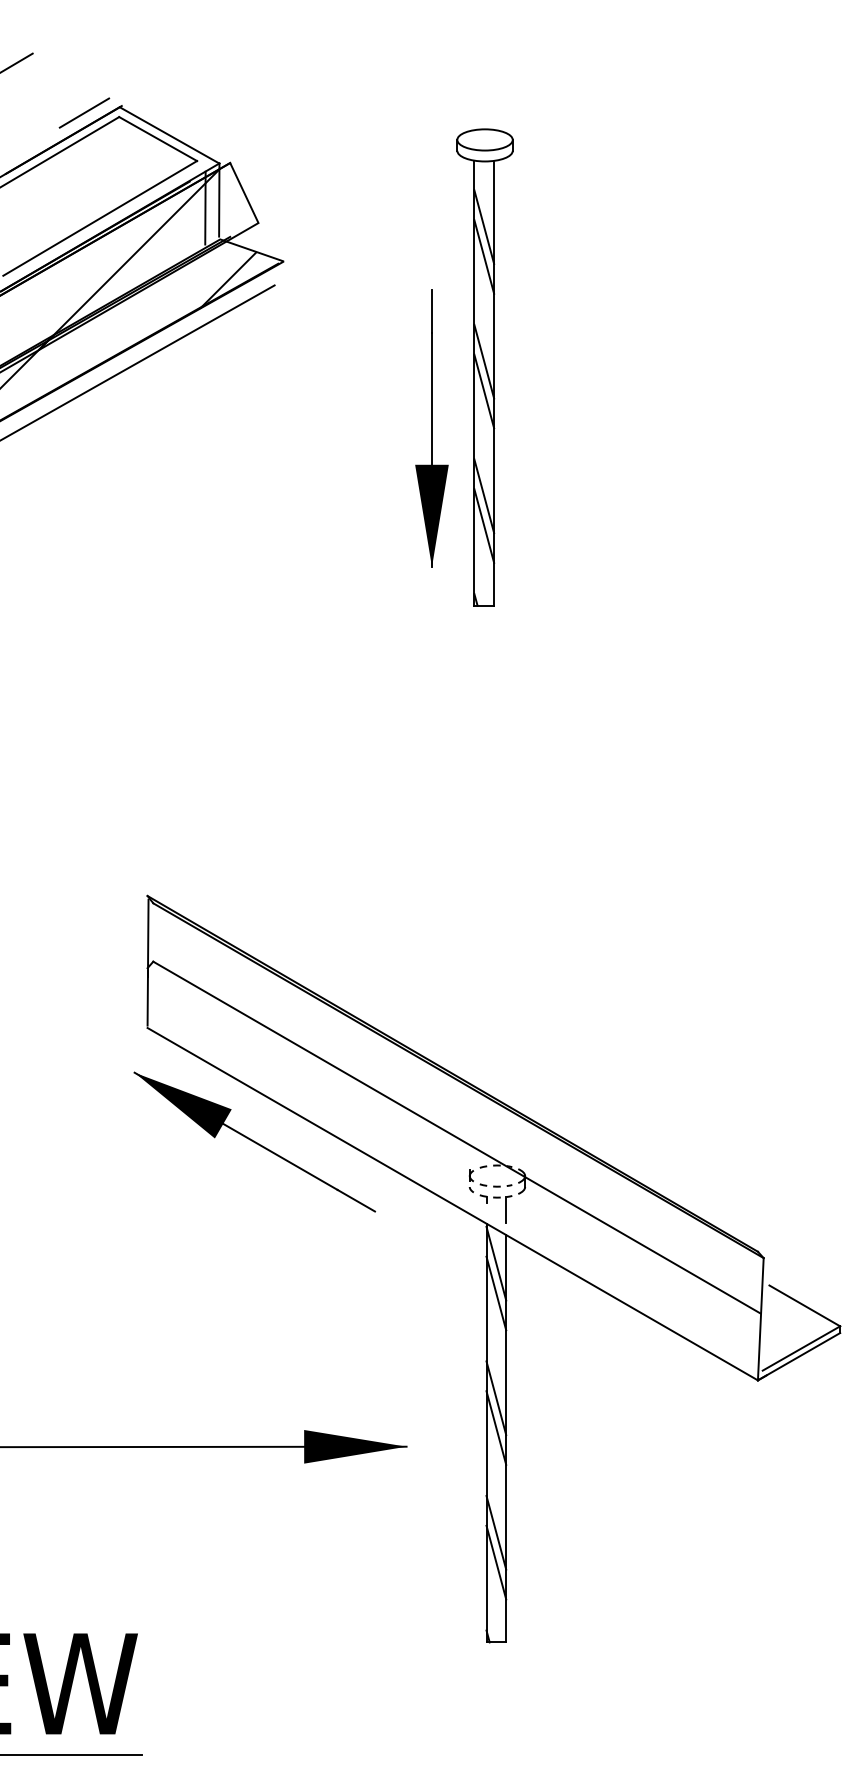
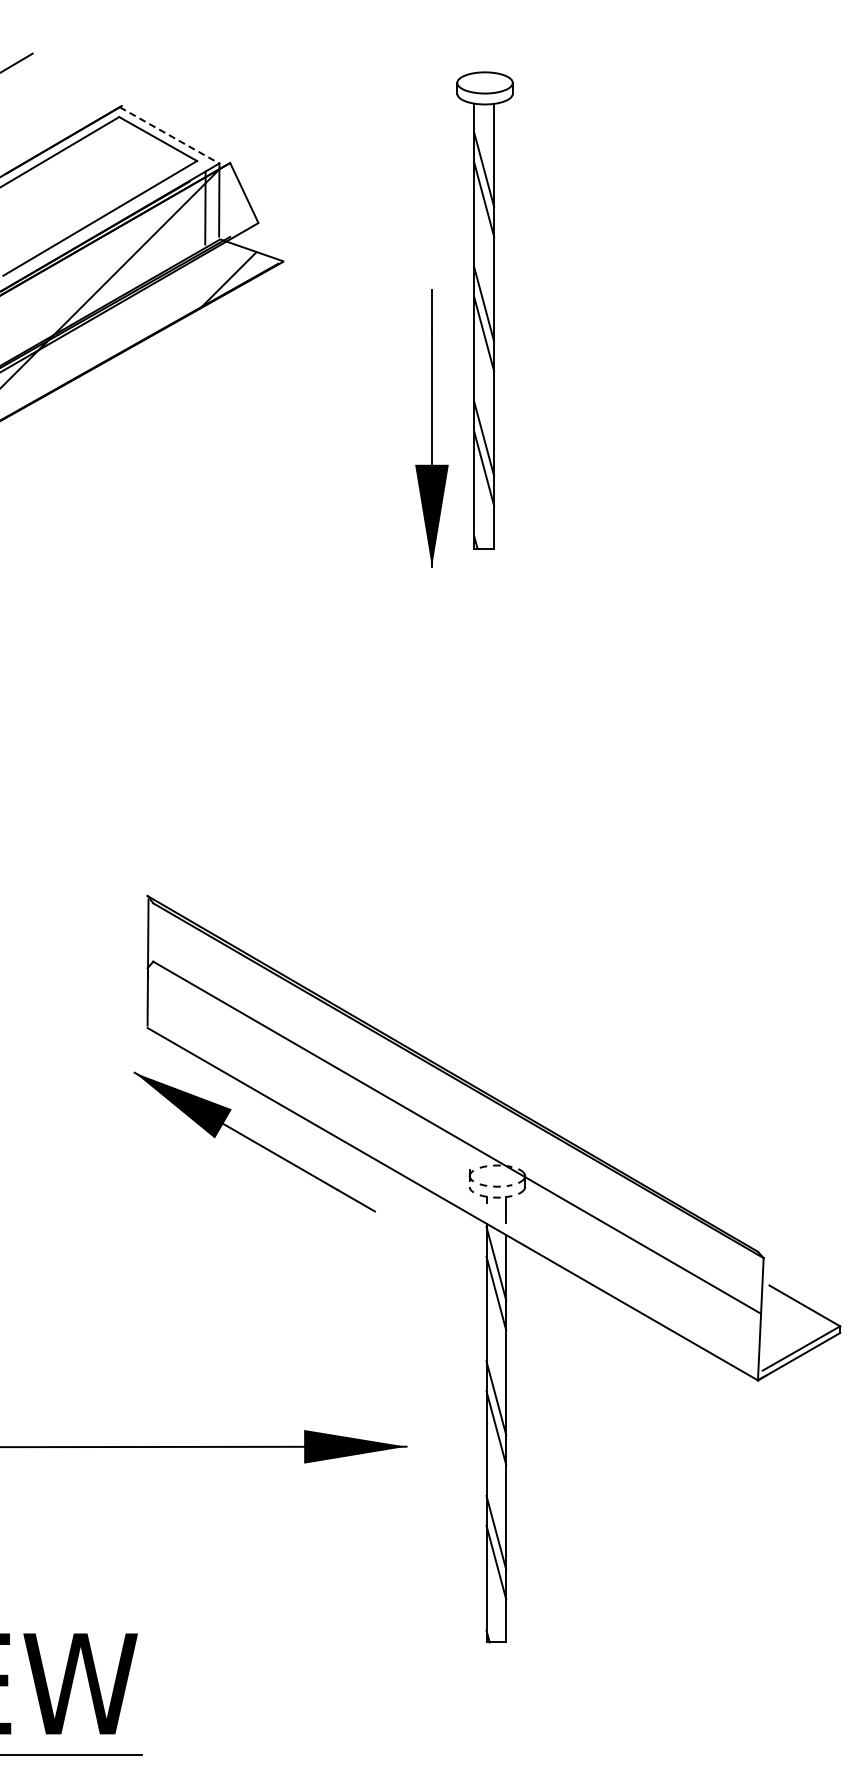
line at (84, 112): present -> none
line at (170, 135): solid -> dashed
line at (138, 362): present -> none
part at (484, 367) position: (484, 367) -> (484, 310)
